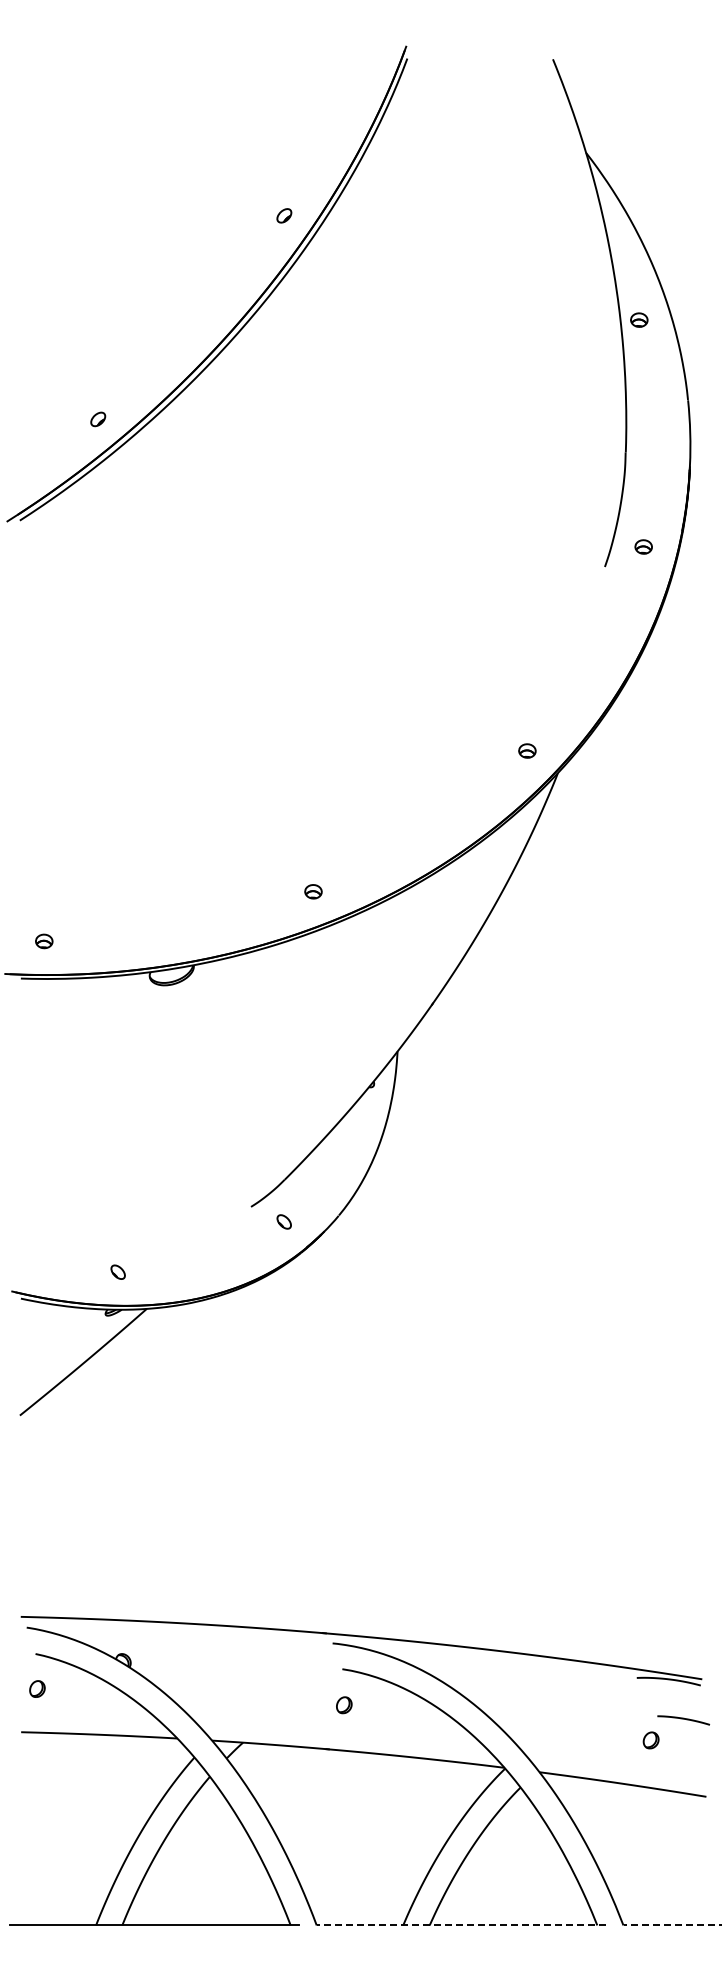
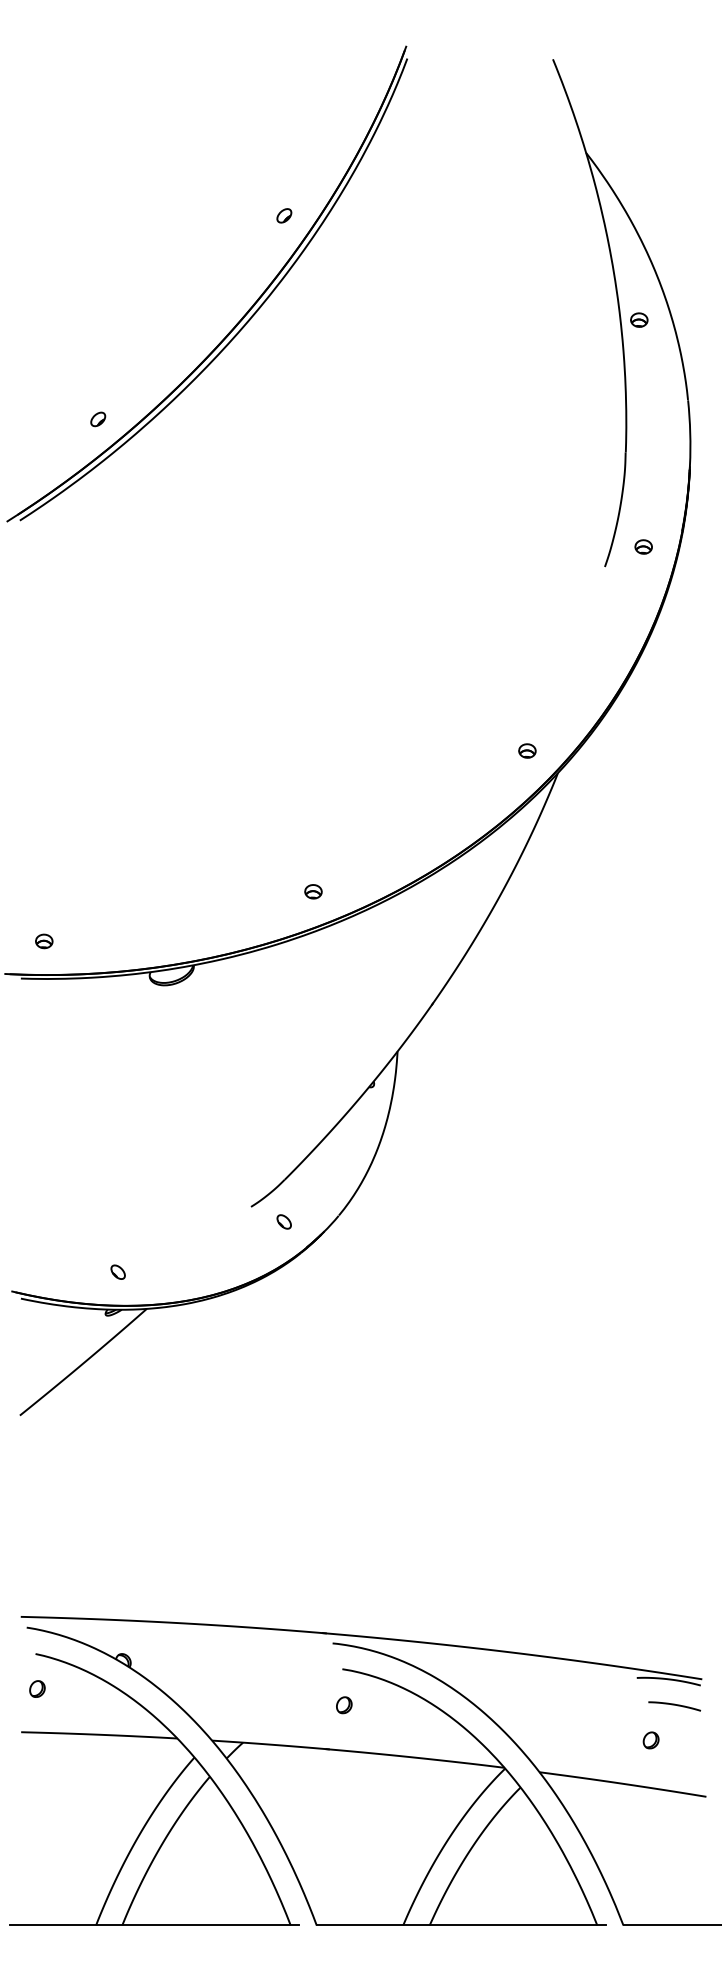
curve at (683, 1719) position: (683, 1719) -> (674, 1705)
line at (461, 1925): dashed -> solid
line at (672, 1925): dashed -> solid
